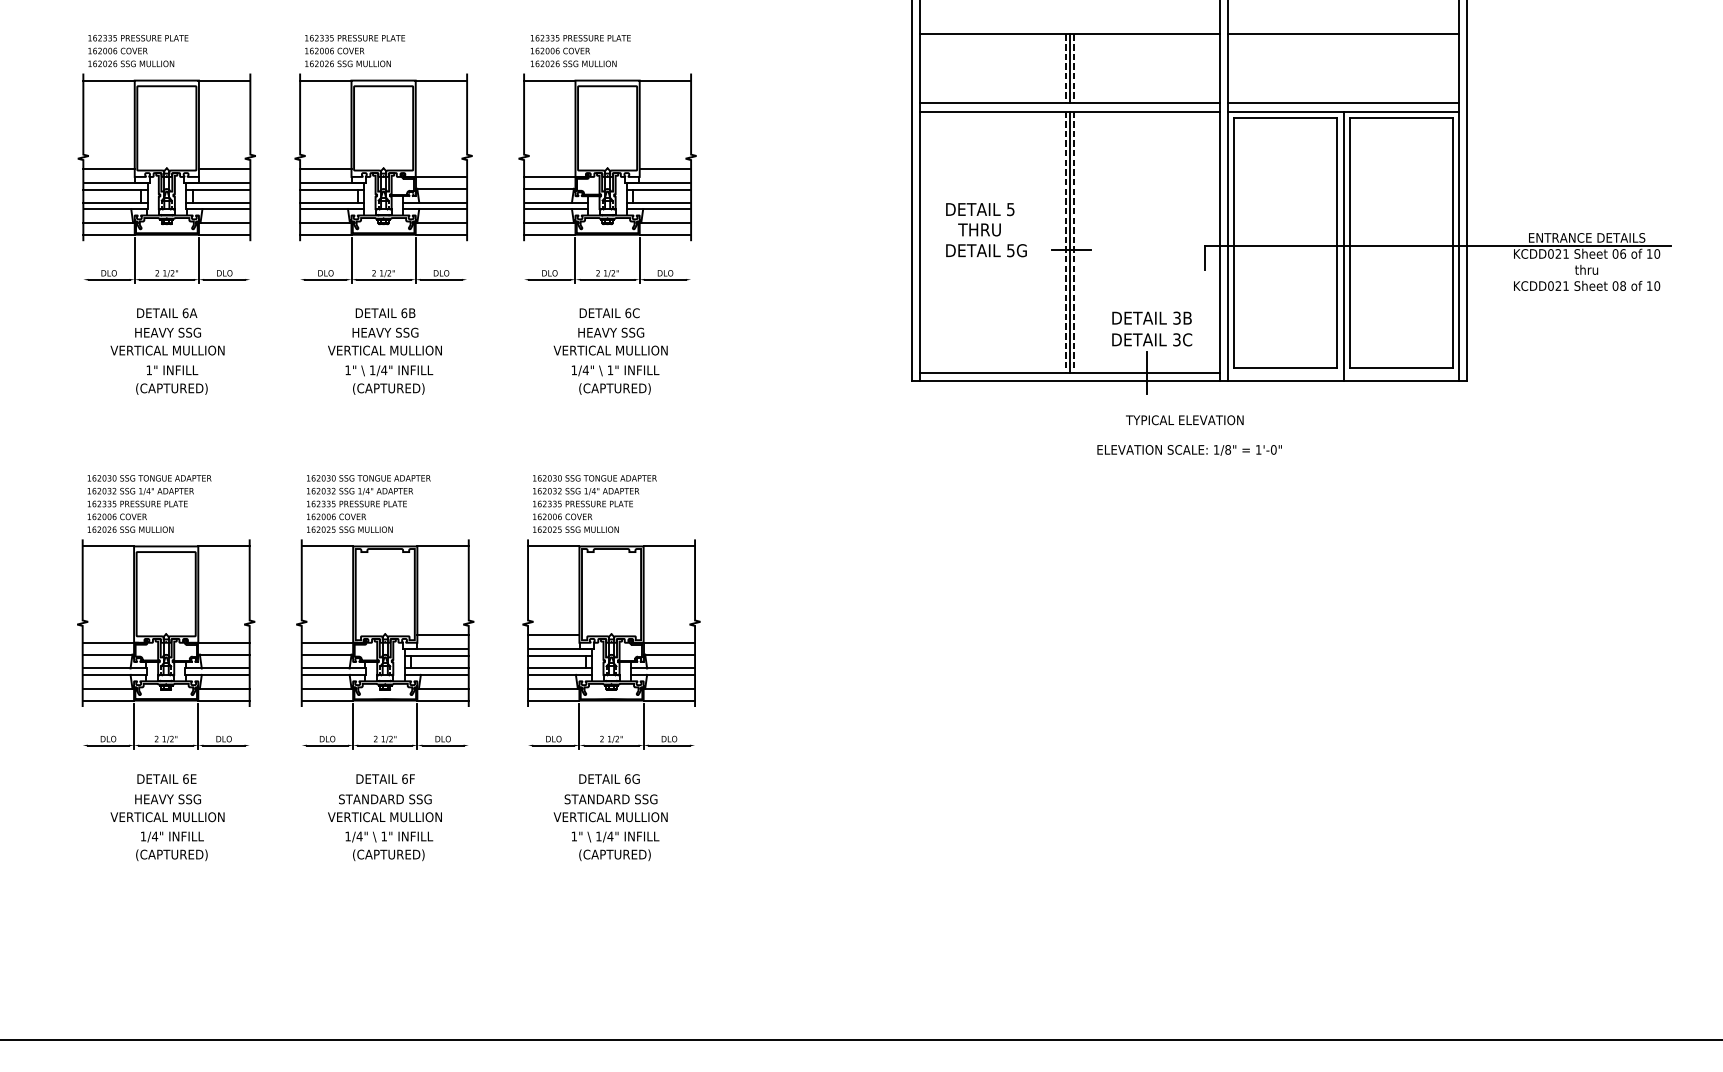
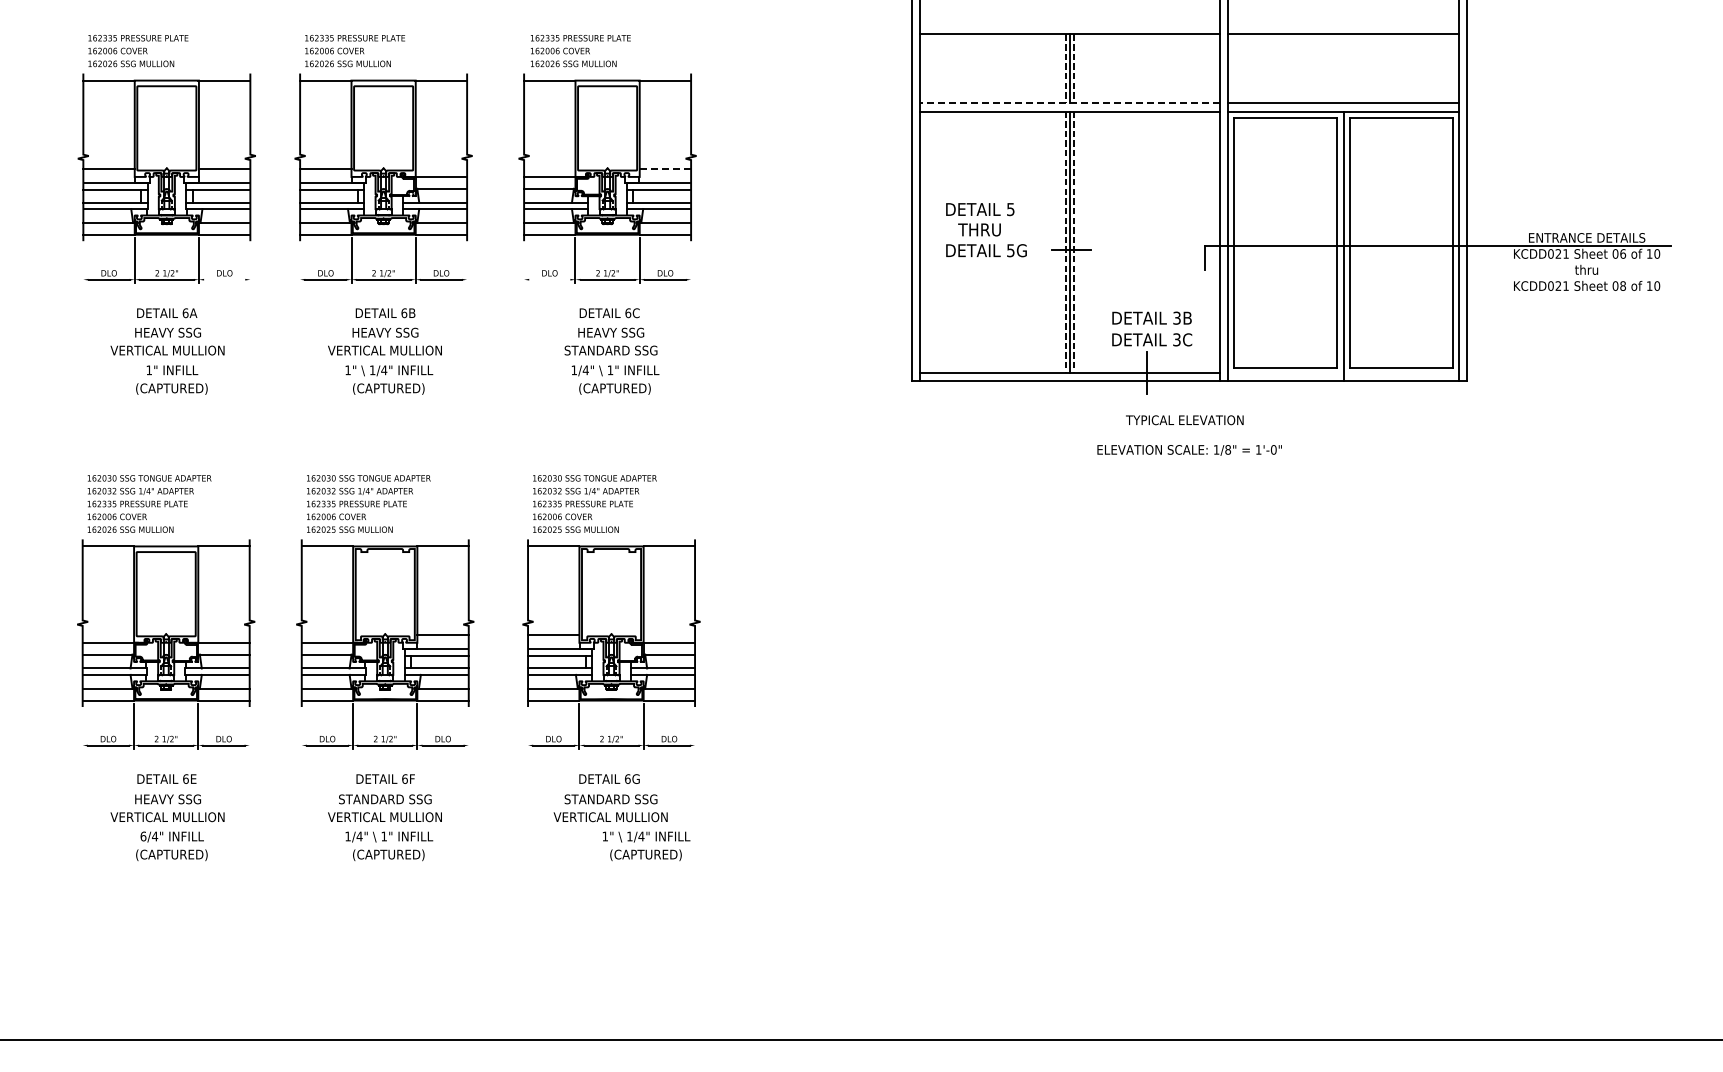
line at (1069, 103): solid -> dashed
line at (665, 169): solid -> dashed
line at (224, 279): present -> none
line at (549, 279): present -> none
text at (610, 350): VERTICAL MULLION -> STANDARD SSG
text at (143, 836): 1/4" -> 6/4"
text at (615, 846) position: (615, 846) -> (646, 846)
